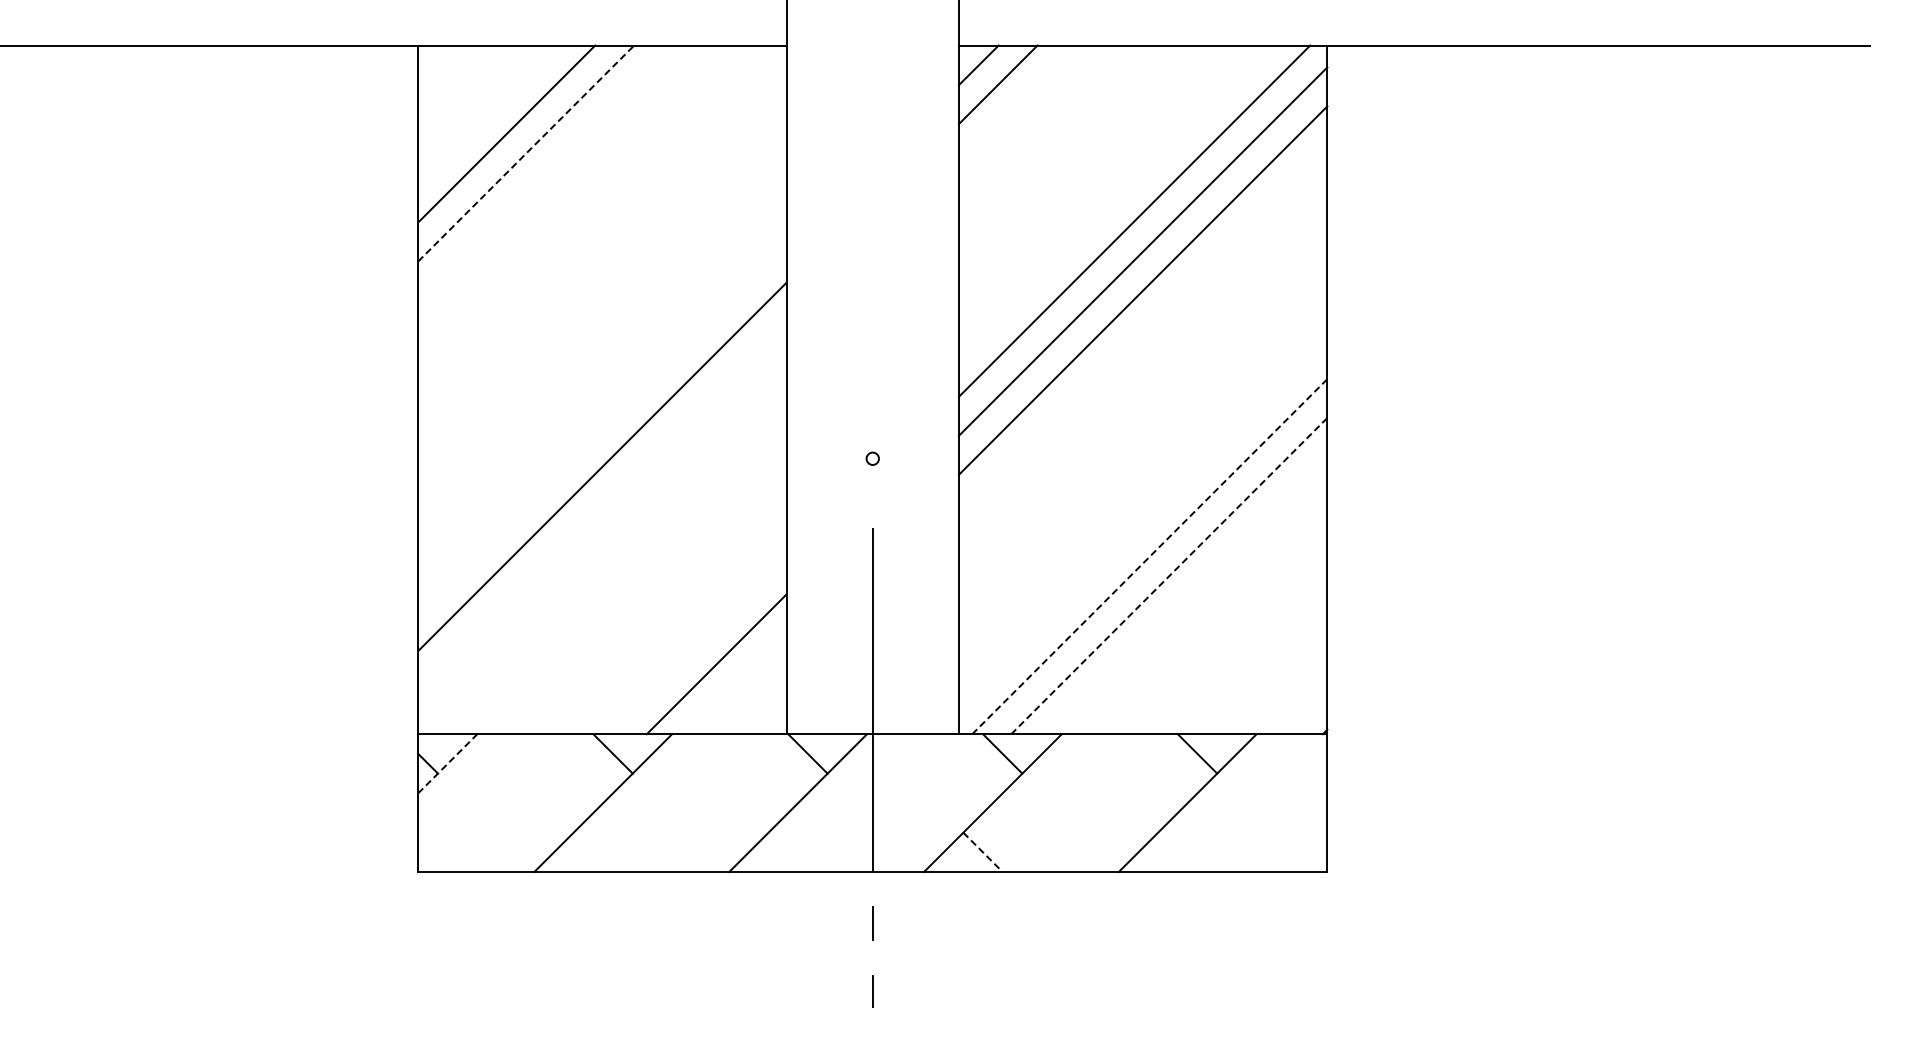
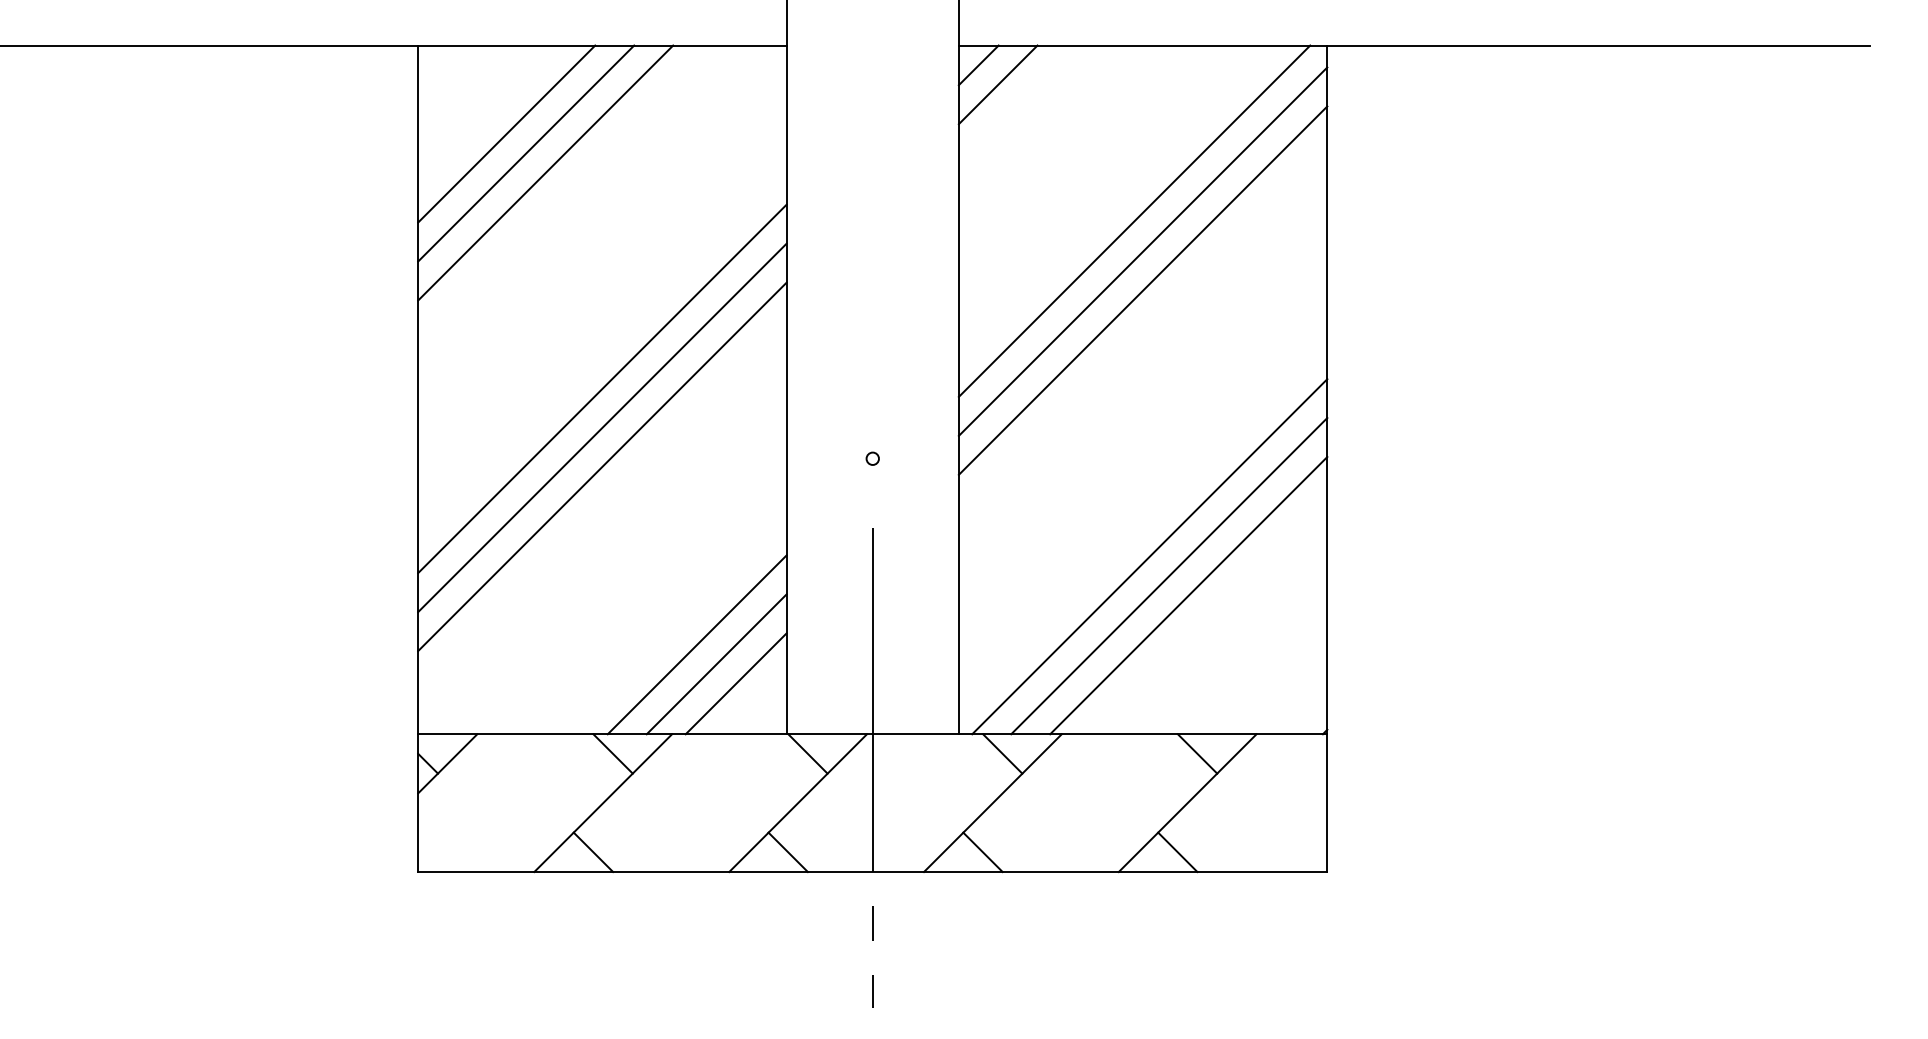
line at (526, 153): dashed -> solid
line at (545, 172): none -> present
line at (602, 388): none -> present
line at (602, 427): none -> present
line at (1150, 556): dashed -> solid
line at (1169, 576): dashed -> solid
line at (1188, 595): none -> present
line at (696, 644): none -> present
line at (735, 683): none -> present
line at (447, 763): dashed -> solid
line at (593, 852): none -> present
line at (787, 852): none -> present
line at (982, 852): dashed -> solid
line at (1177, 852): none -> present
